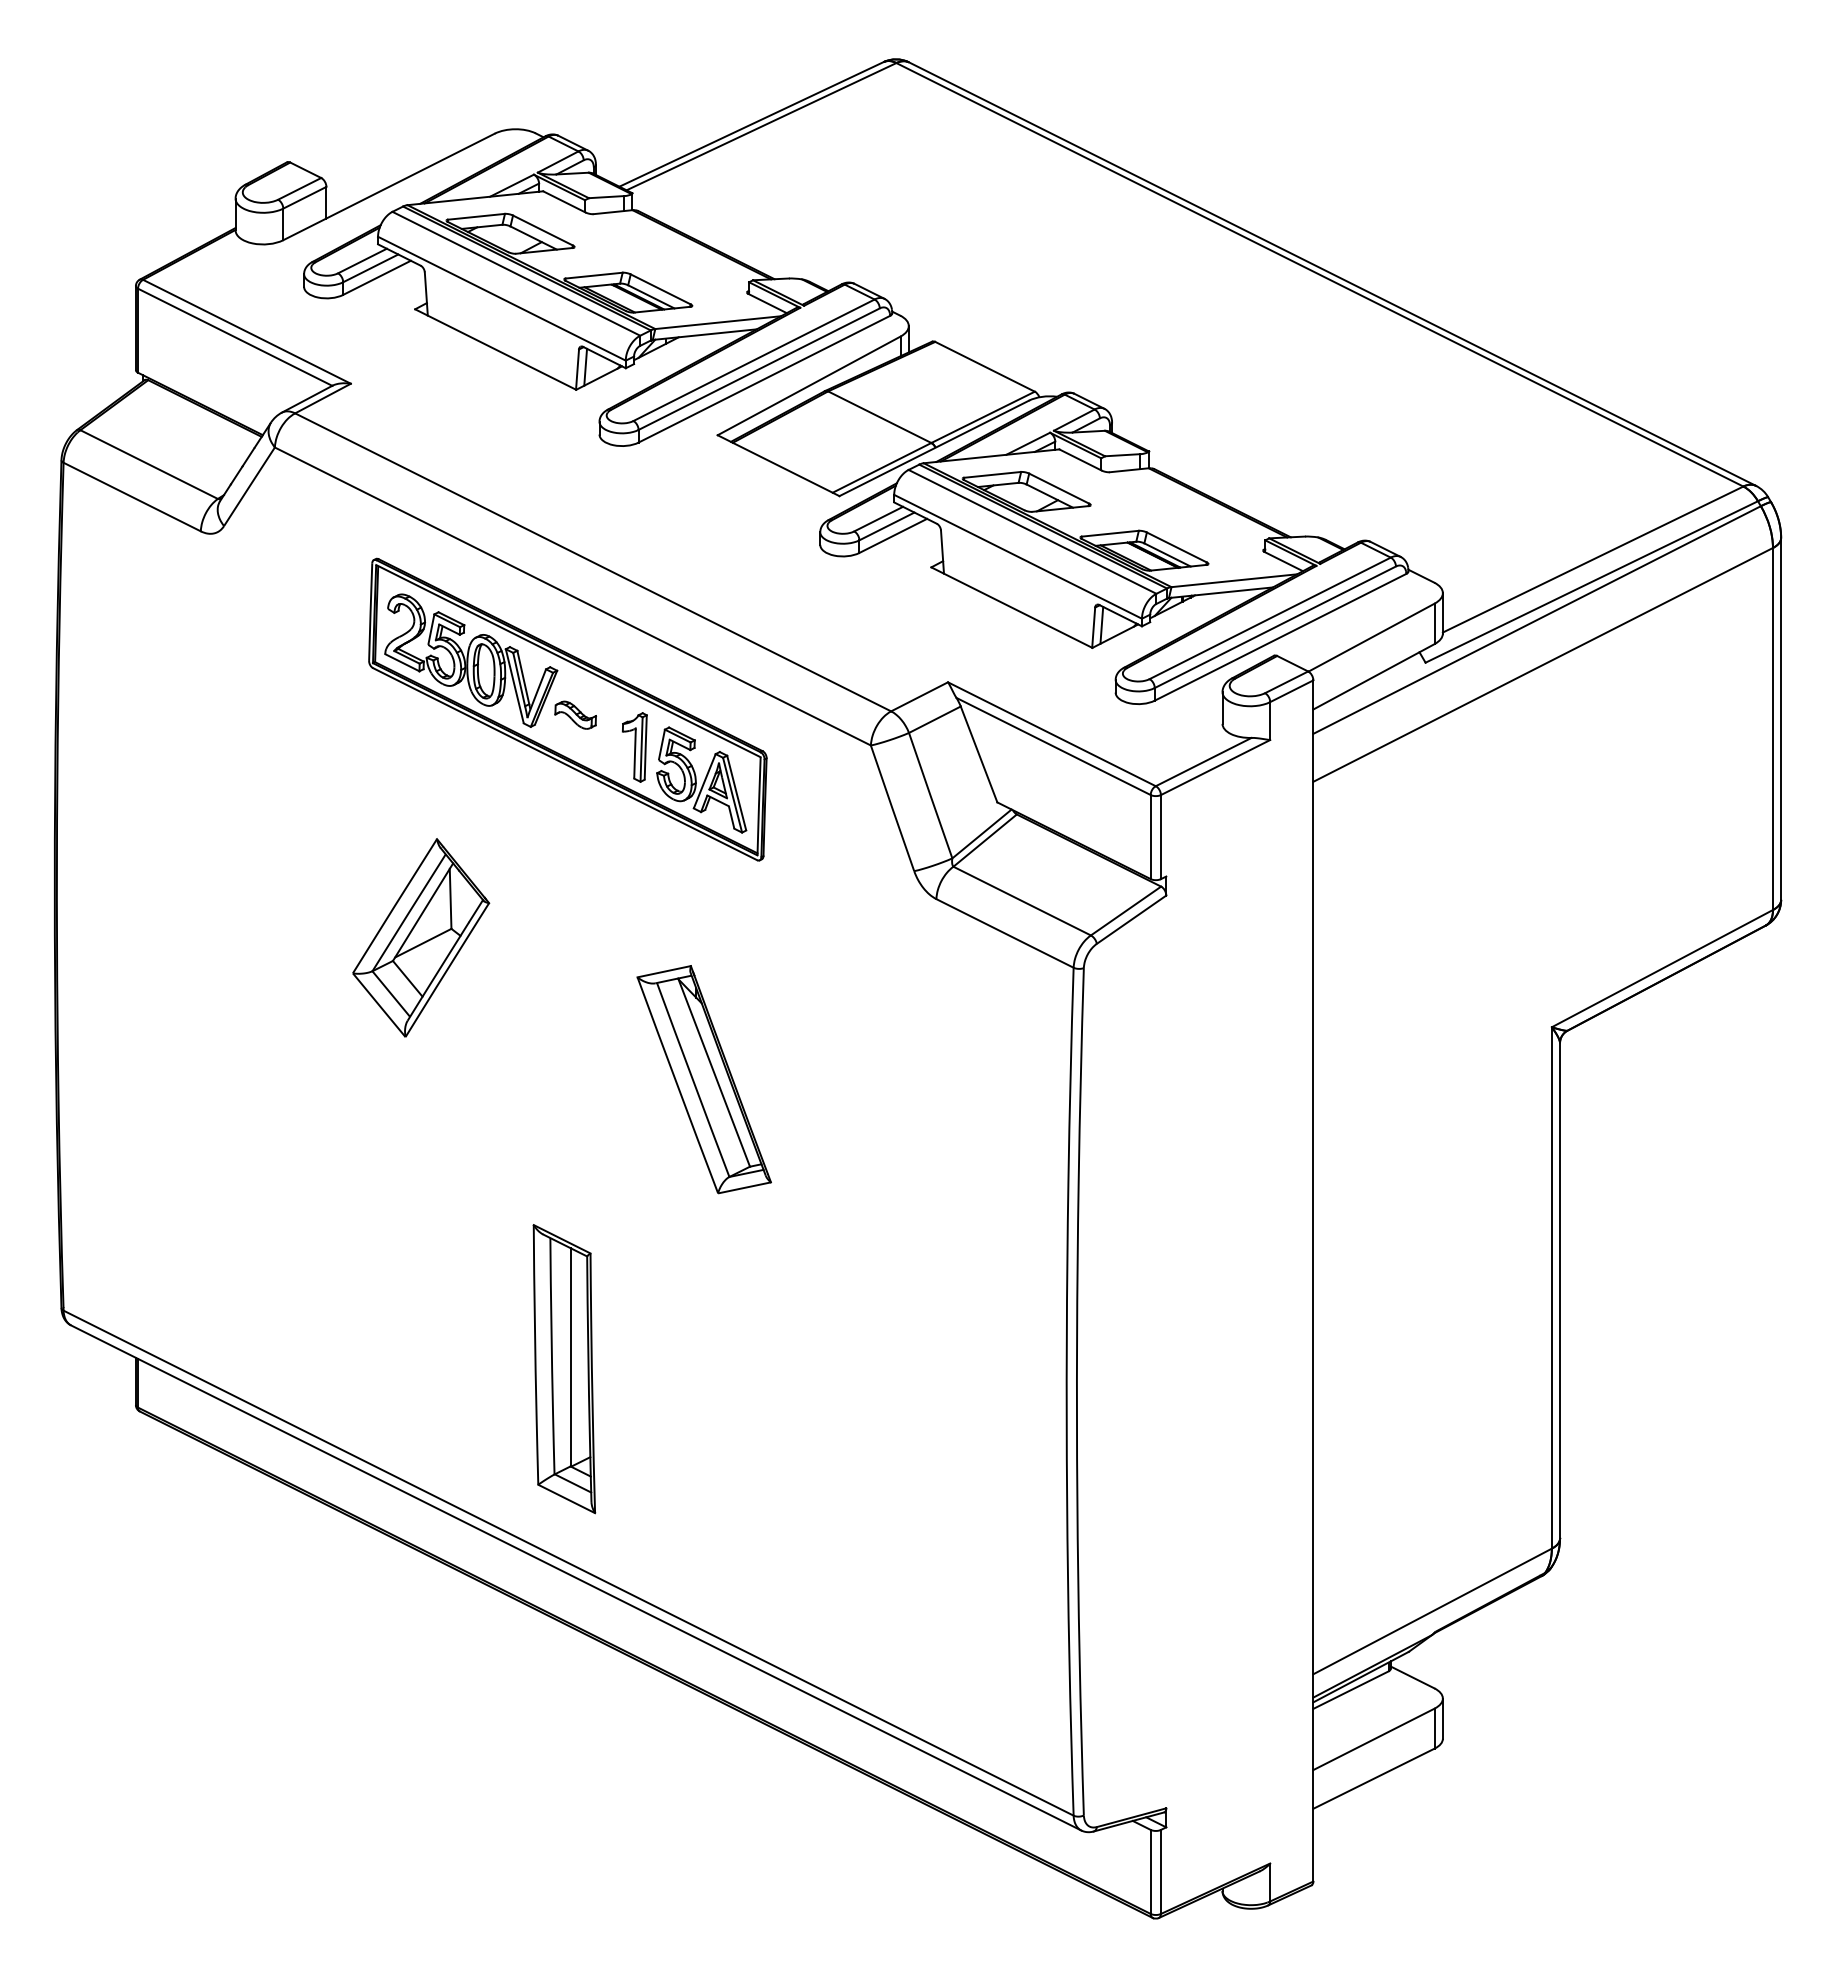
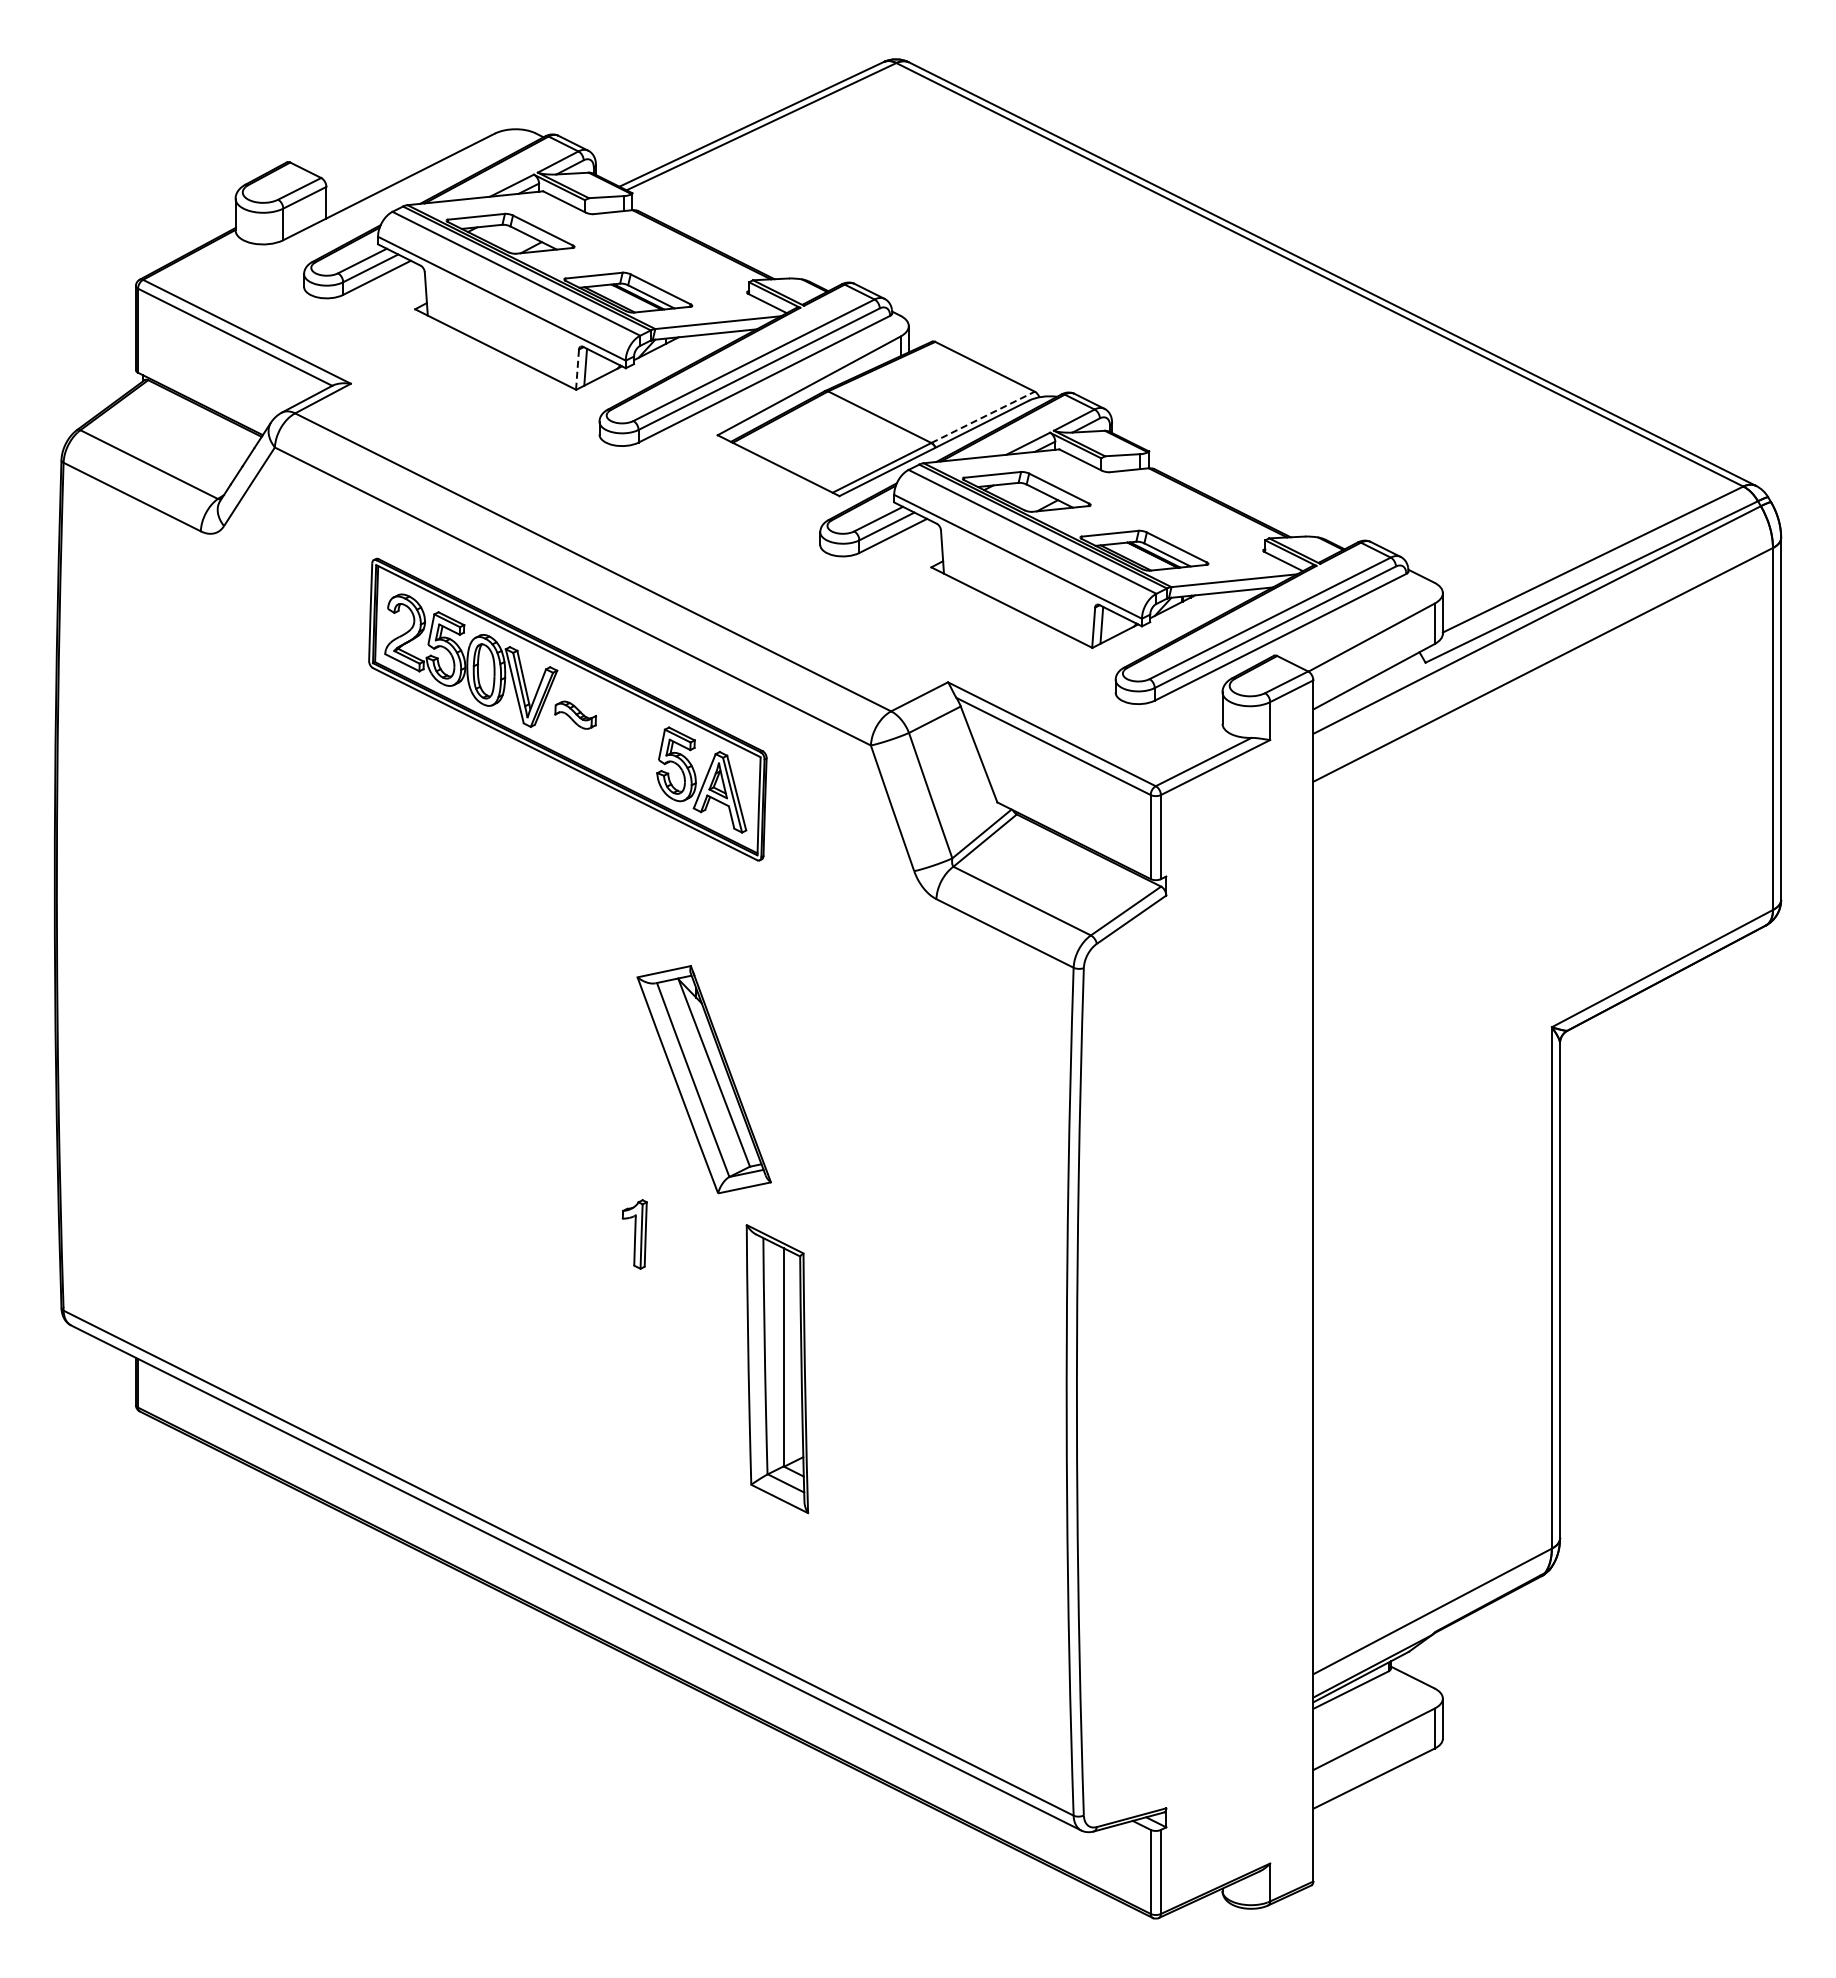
line at (577, 369): solid -> dashed
line at (983, 417): solid -> dashed
part at (634, 747) position: (634, 747) -> (634, 1234)
part at (421, 937): present -> none
part at (564, 1369) position: (564, 1369) -> (777, 1369)
